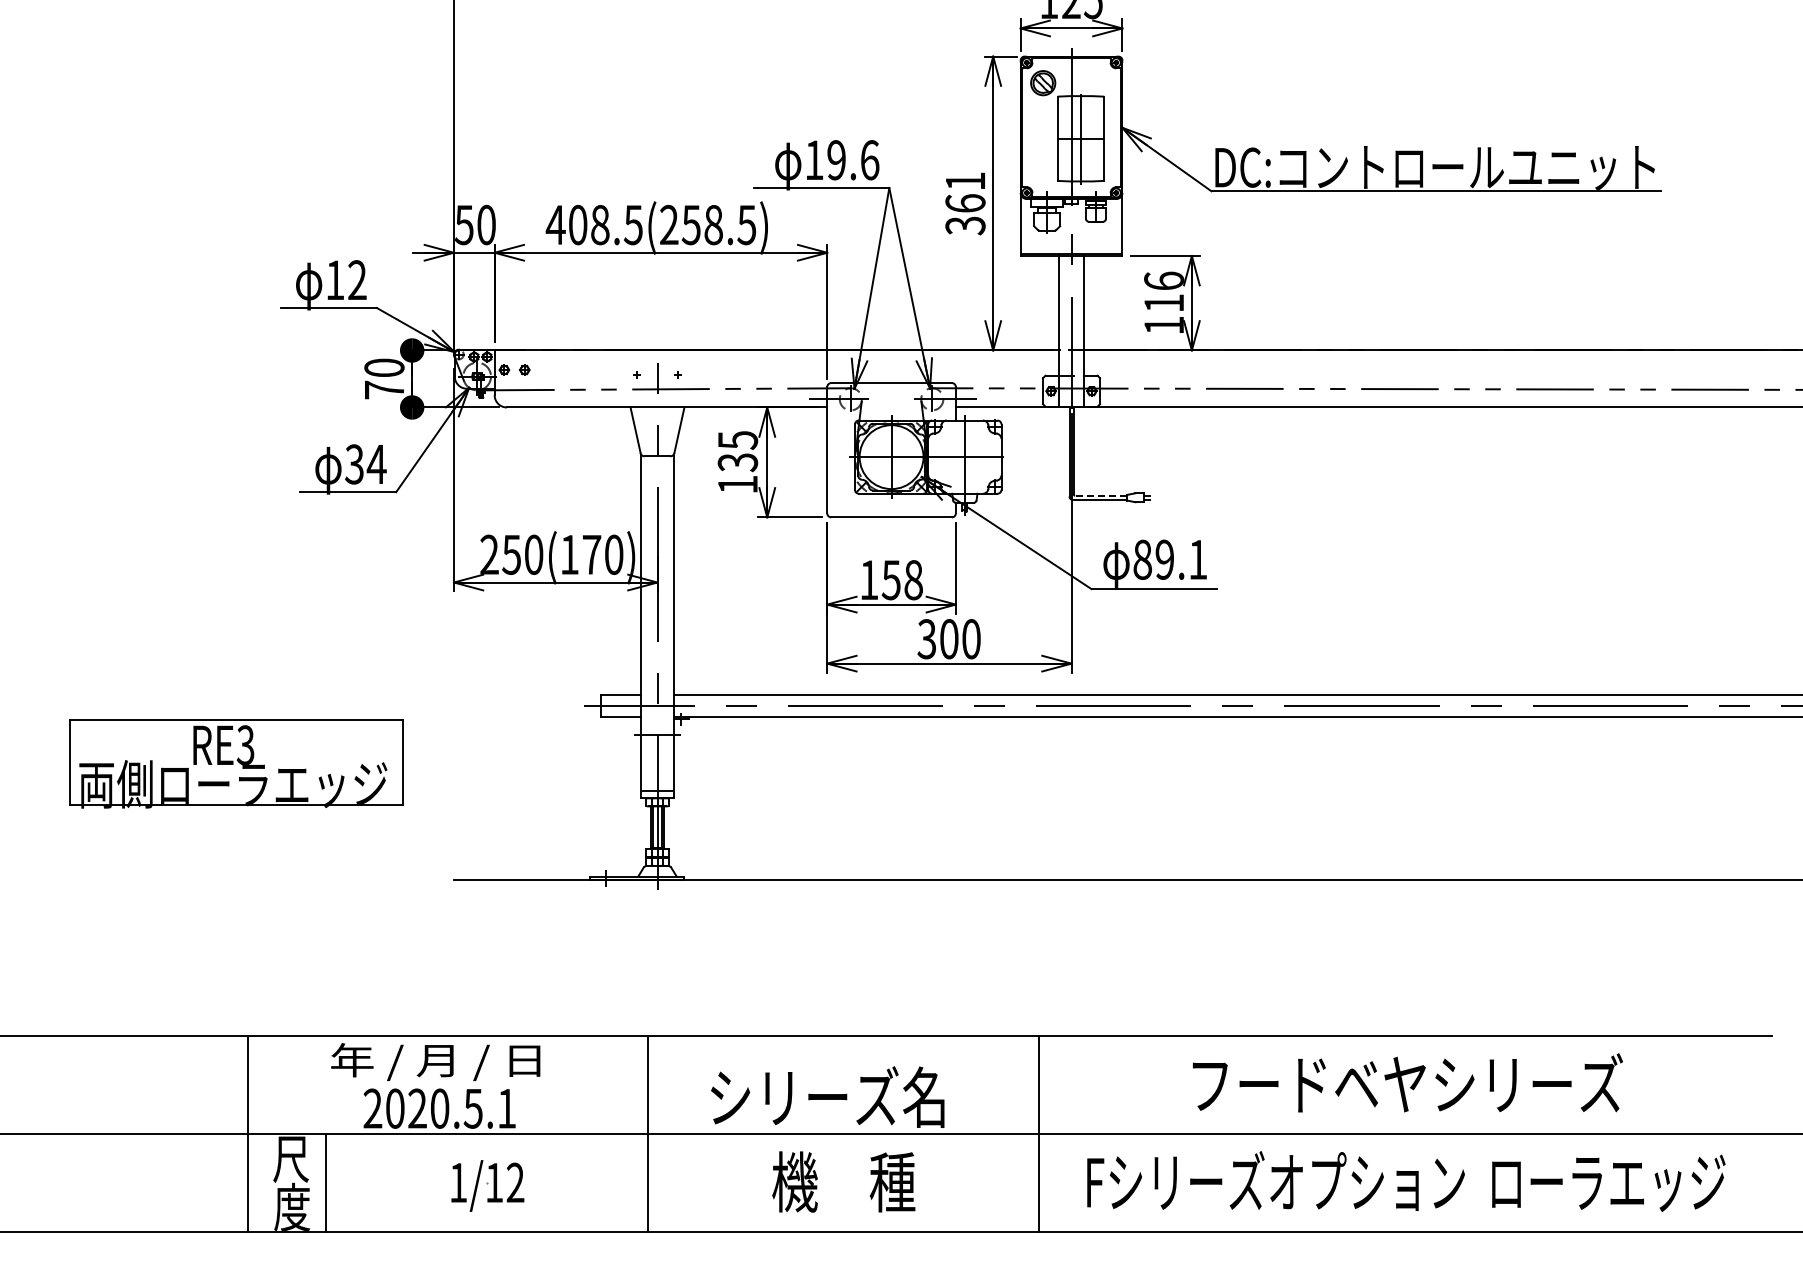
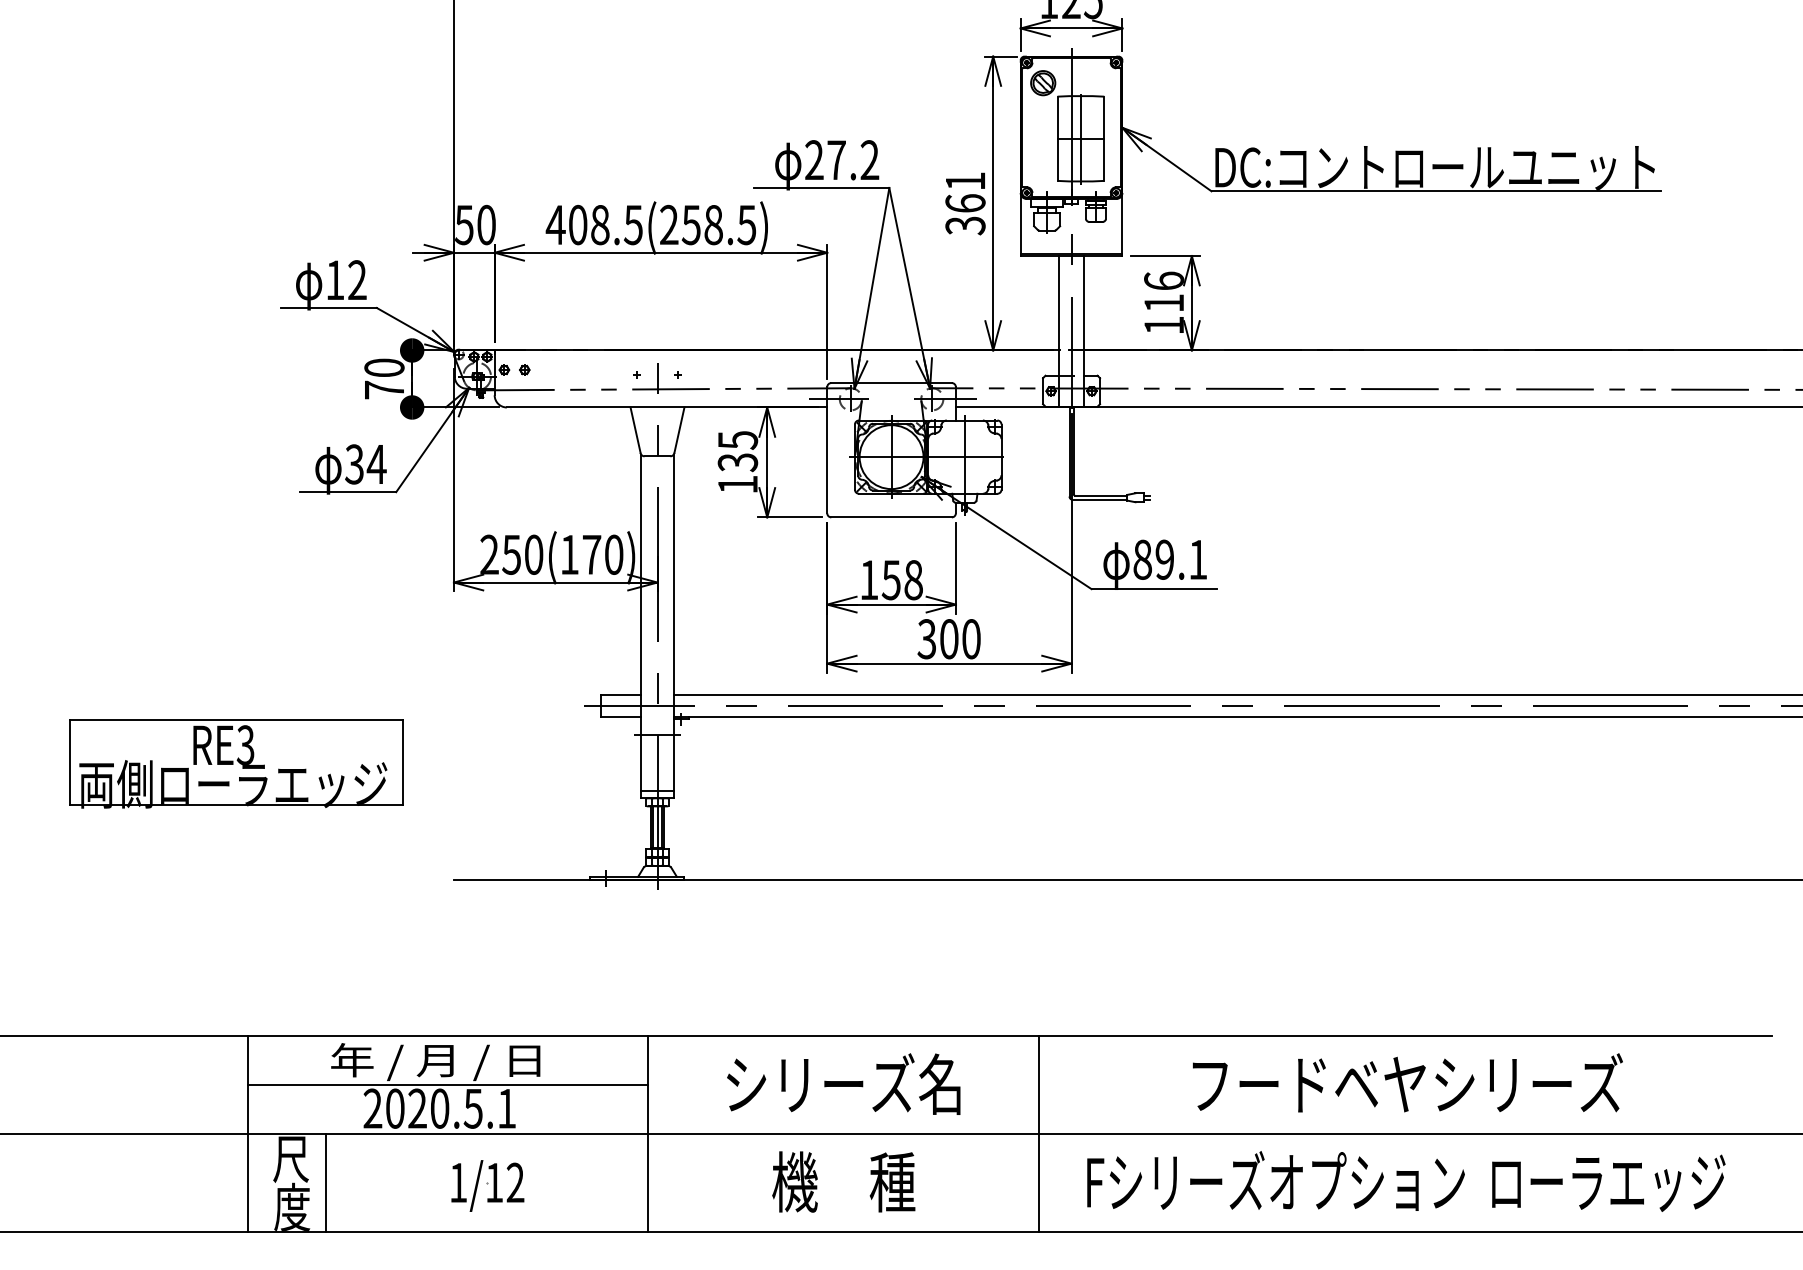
text at (842, 160): 19.6 -> 27.2
line at (1100, 495): dashed -> solid
line at (447, 1085): none -> present
text at (827, 1096) position: (827, 1096) -> (843, 1083)
